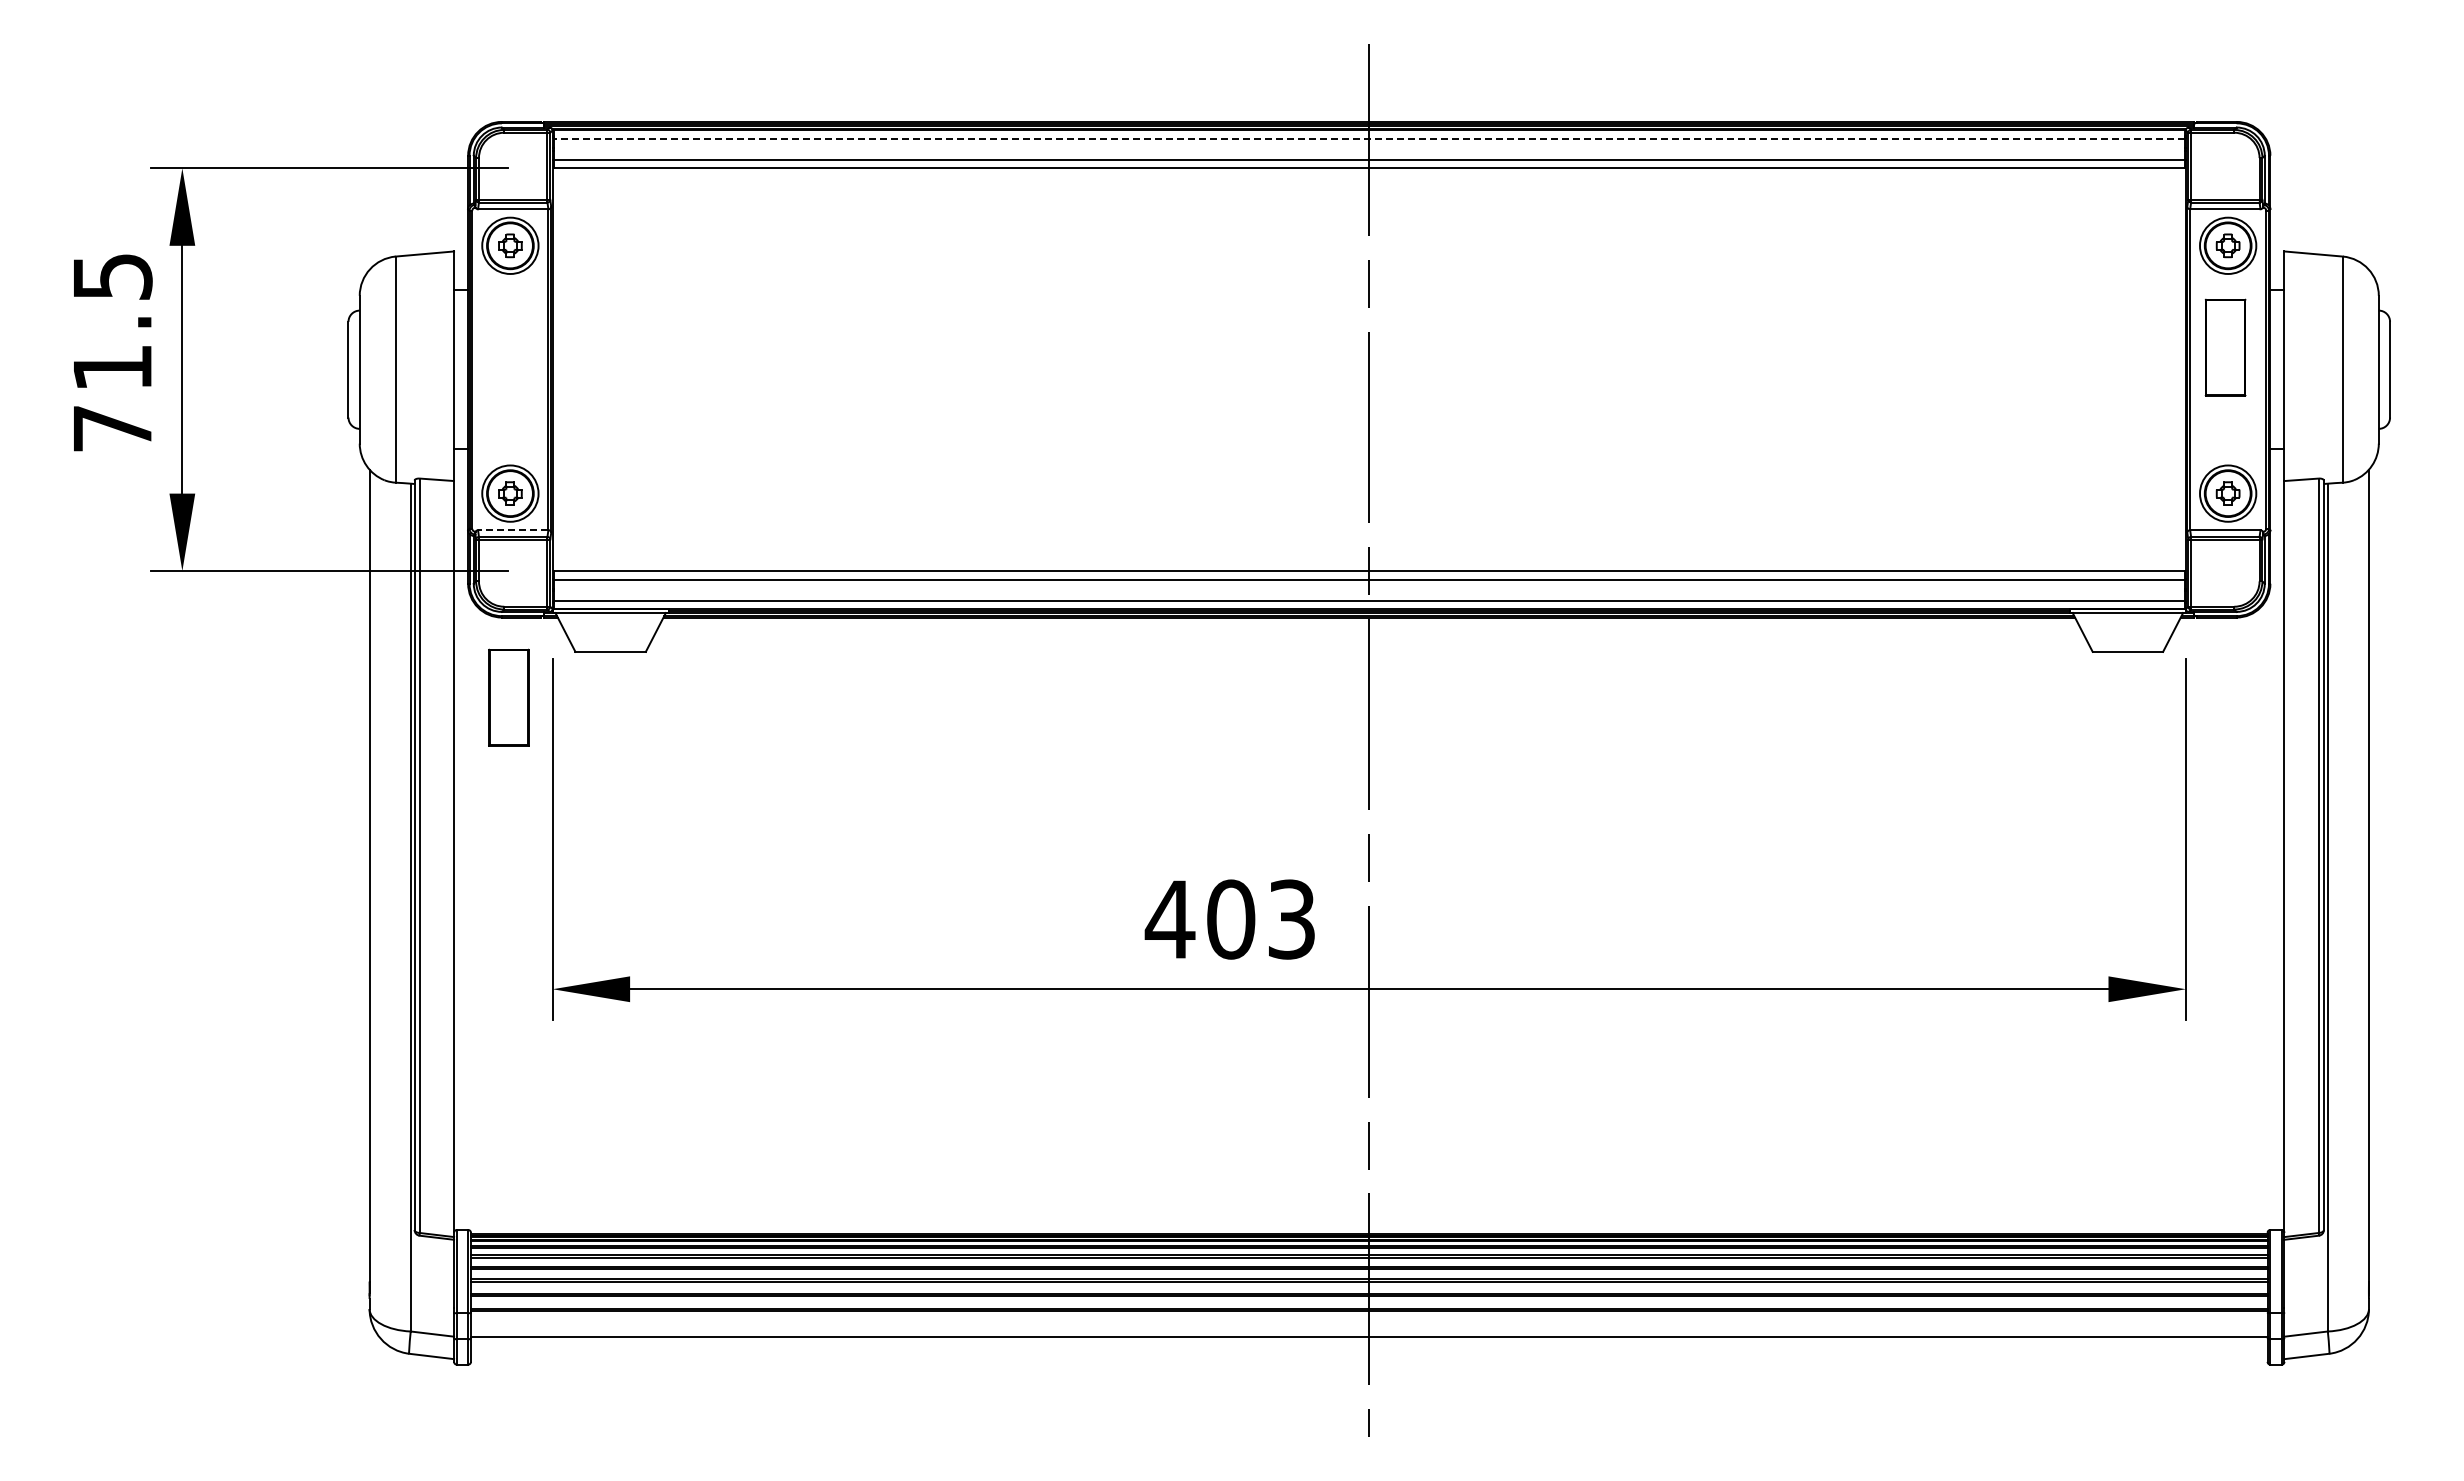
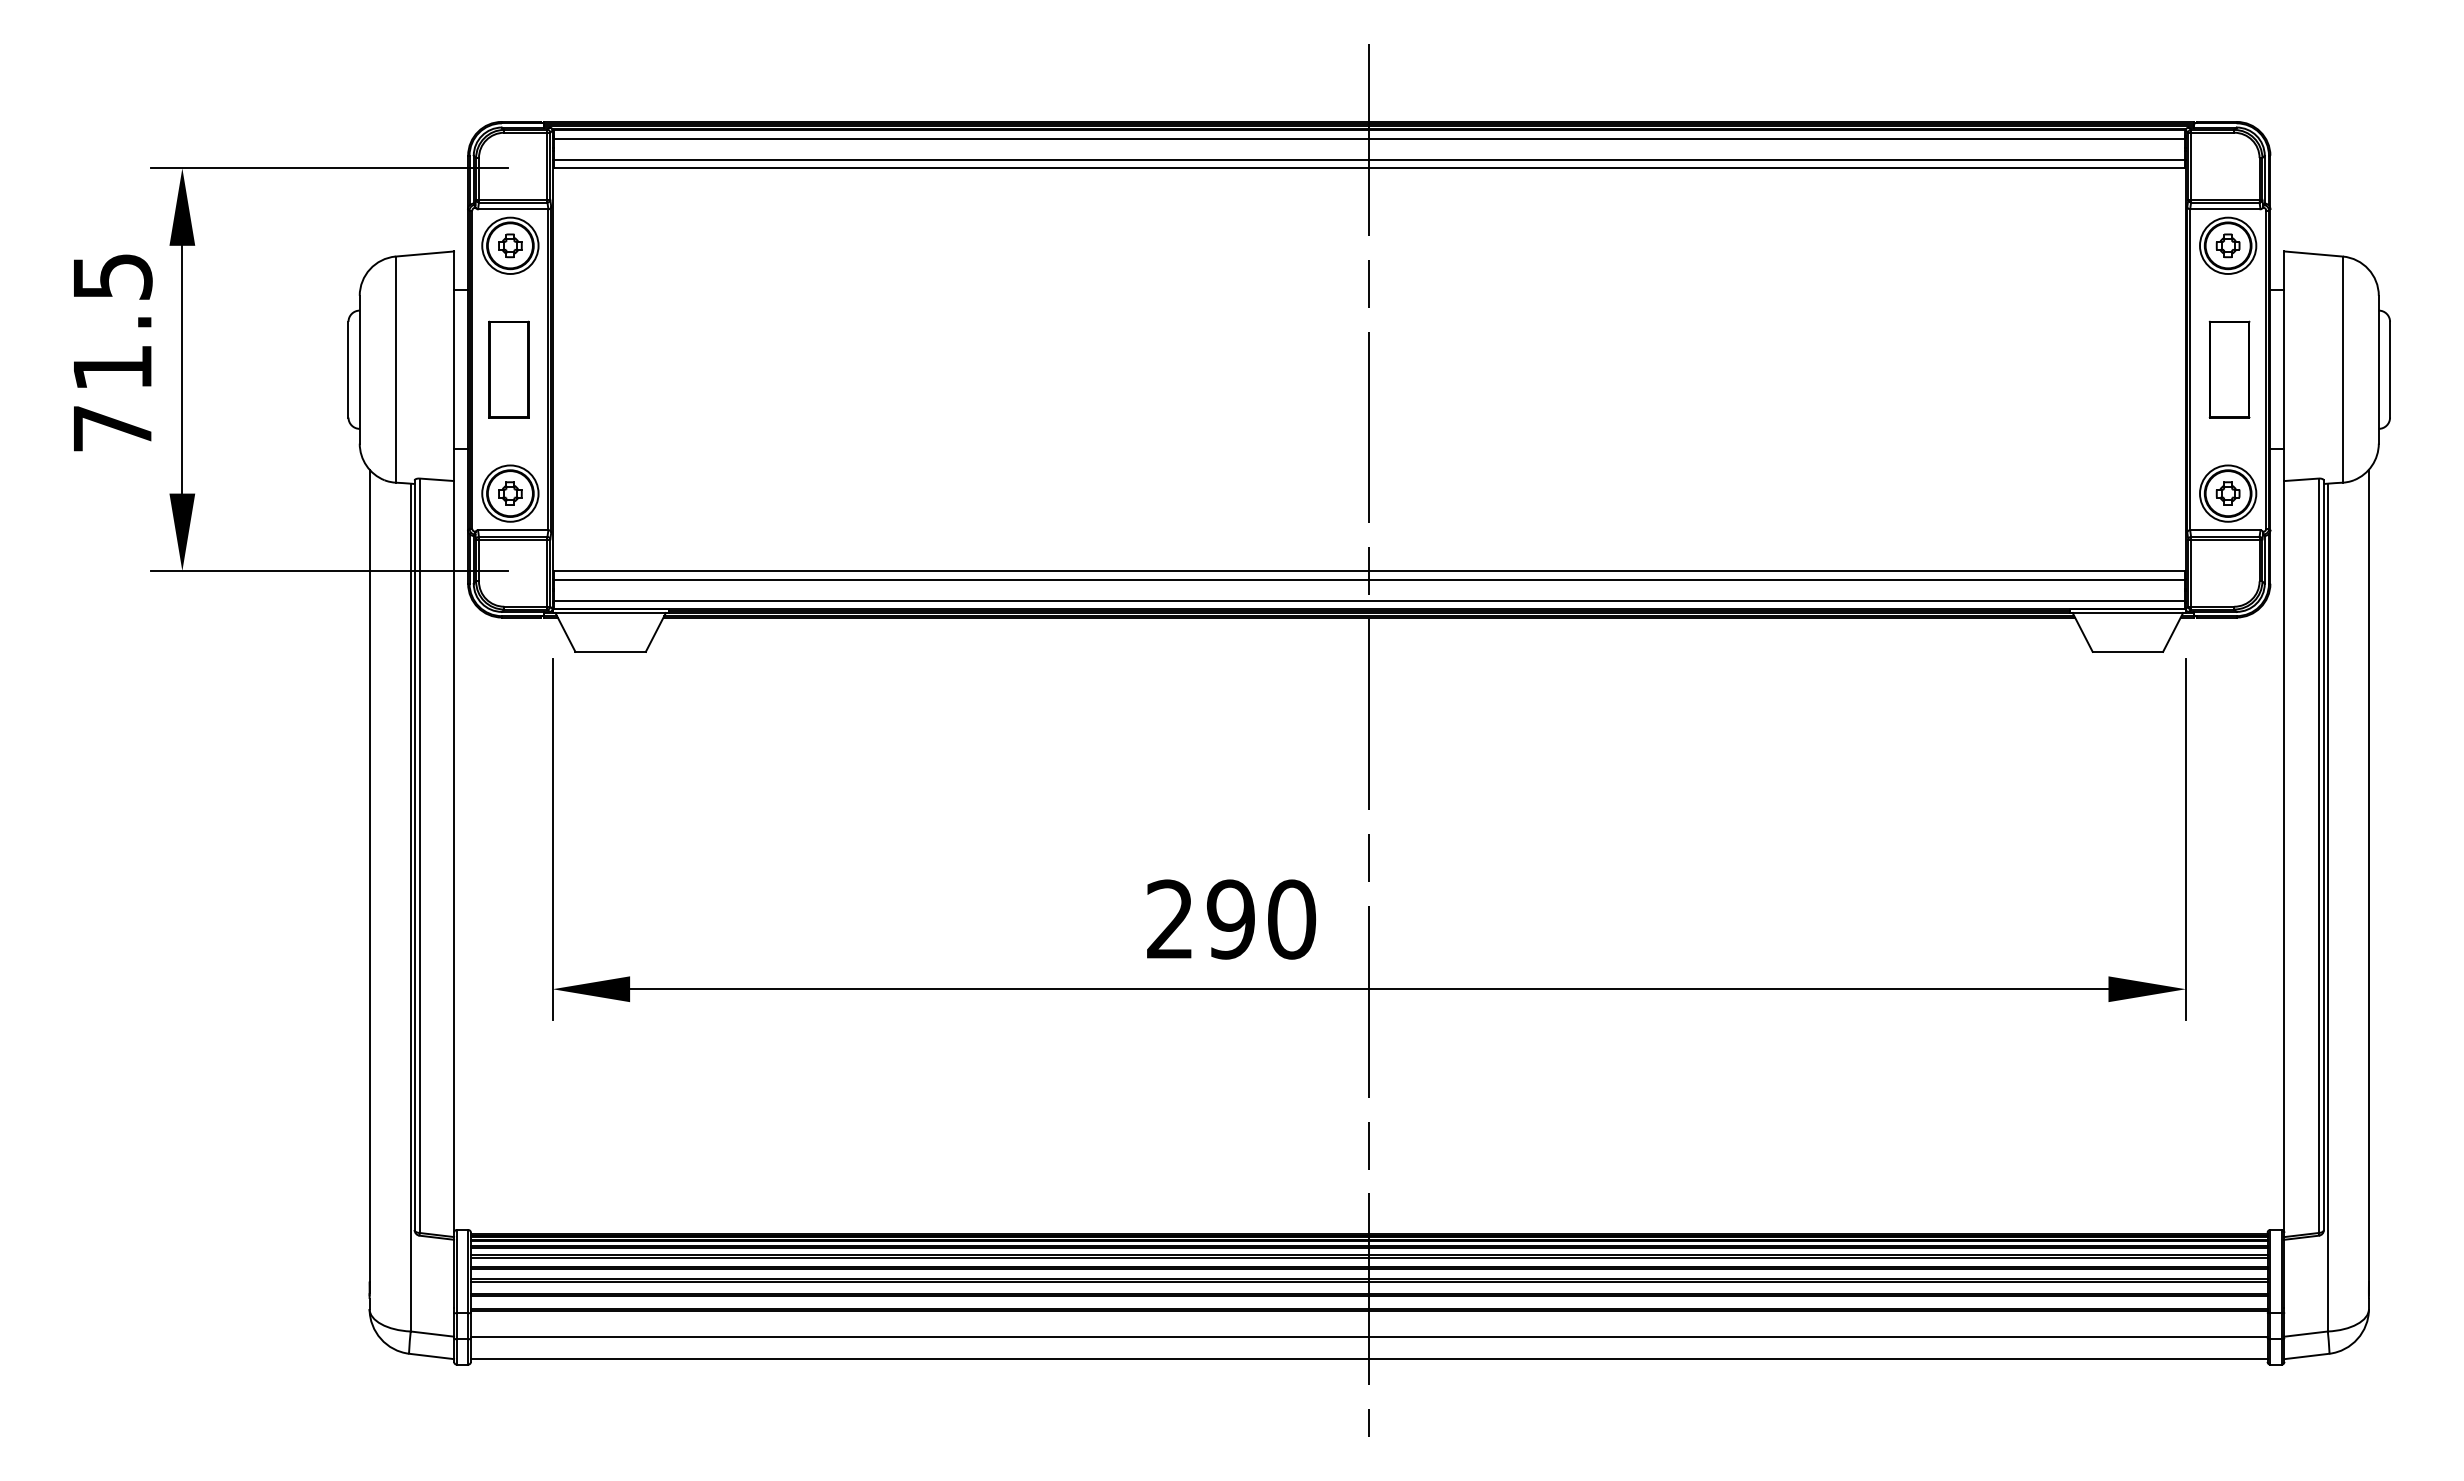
line at (1368, 138): dashed -> solid
part at (2225, 347) position: (2225, 347) -> (2229, 369)
line at (512, 530): dashed -> solid
part at (508, 697) position: (508, 697) -> (508, 369)
text at (1230, 919): 403 -> 290
line at (1368, 1359): none -> present
